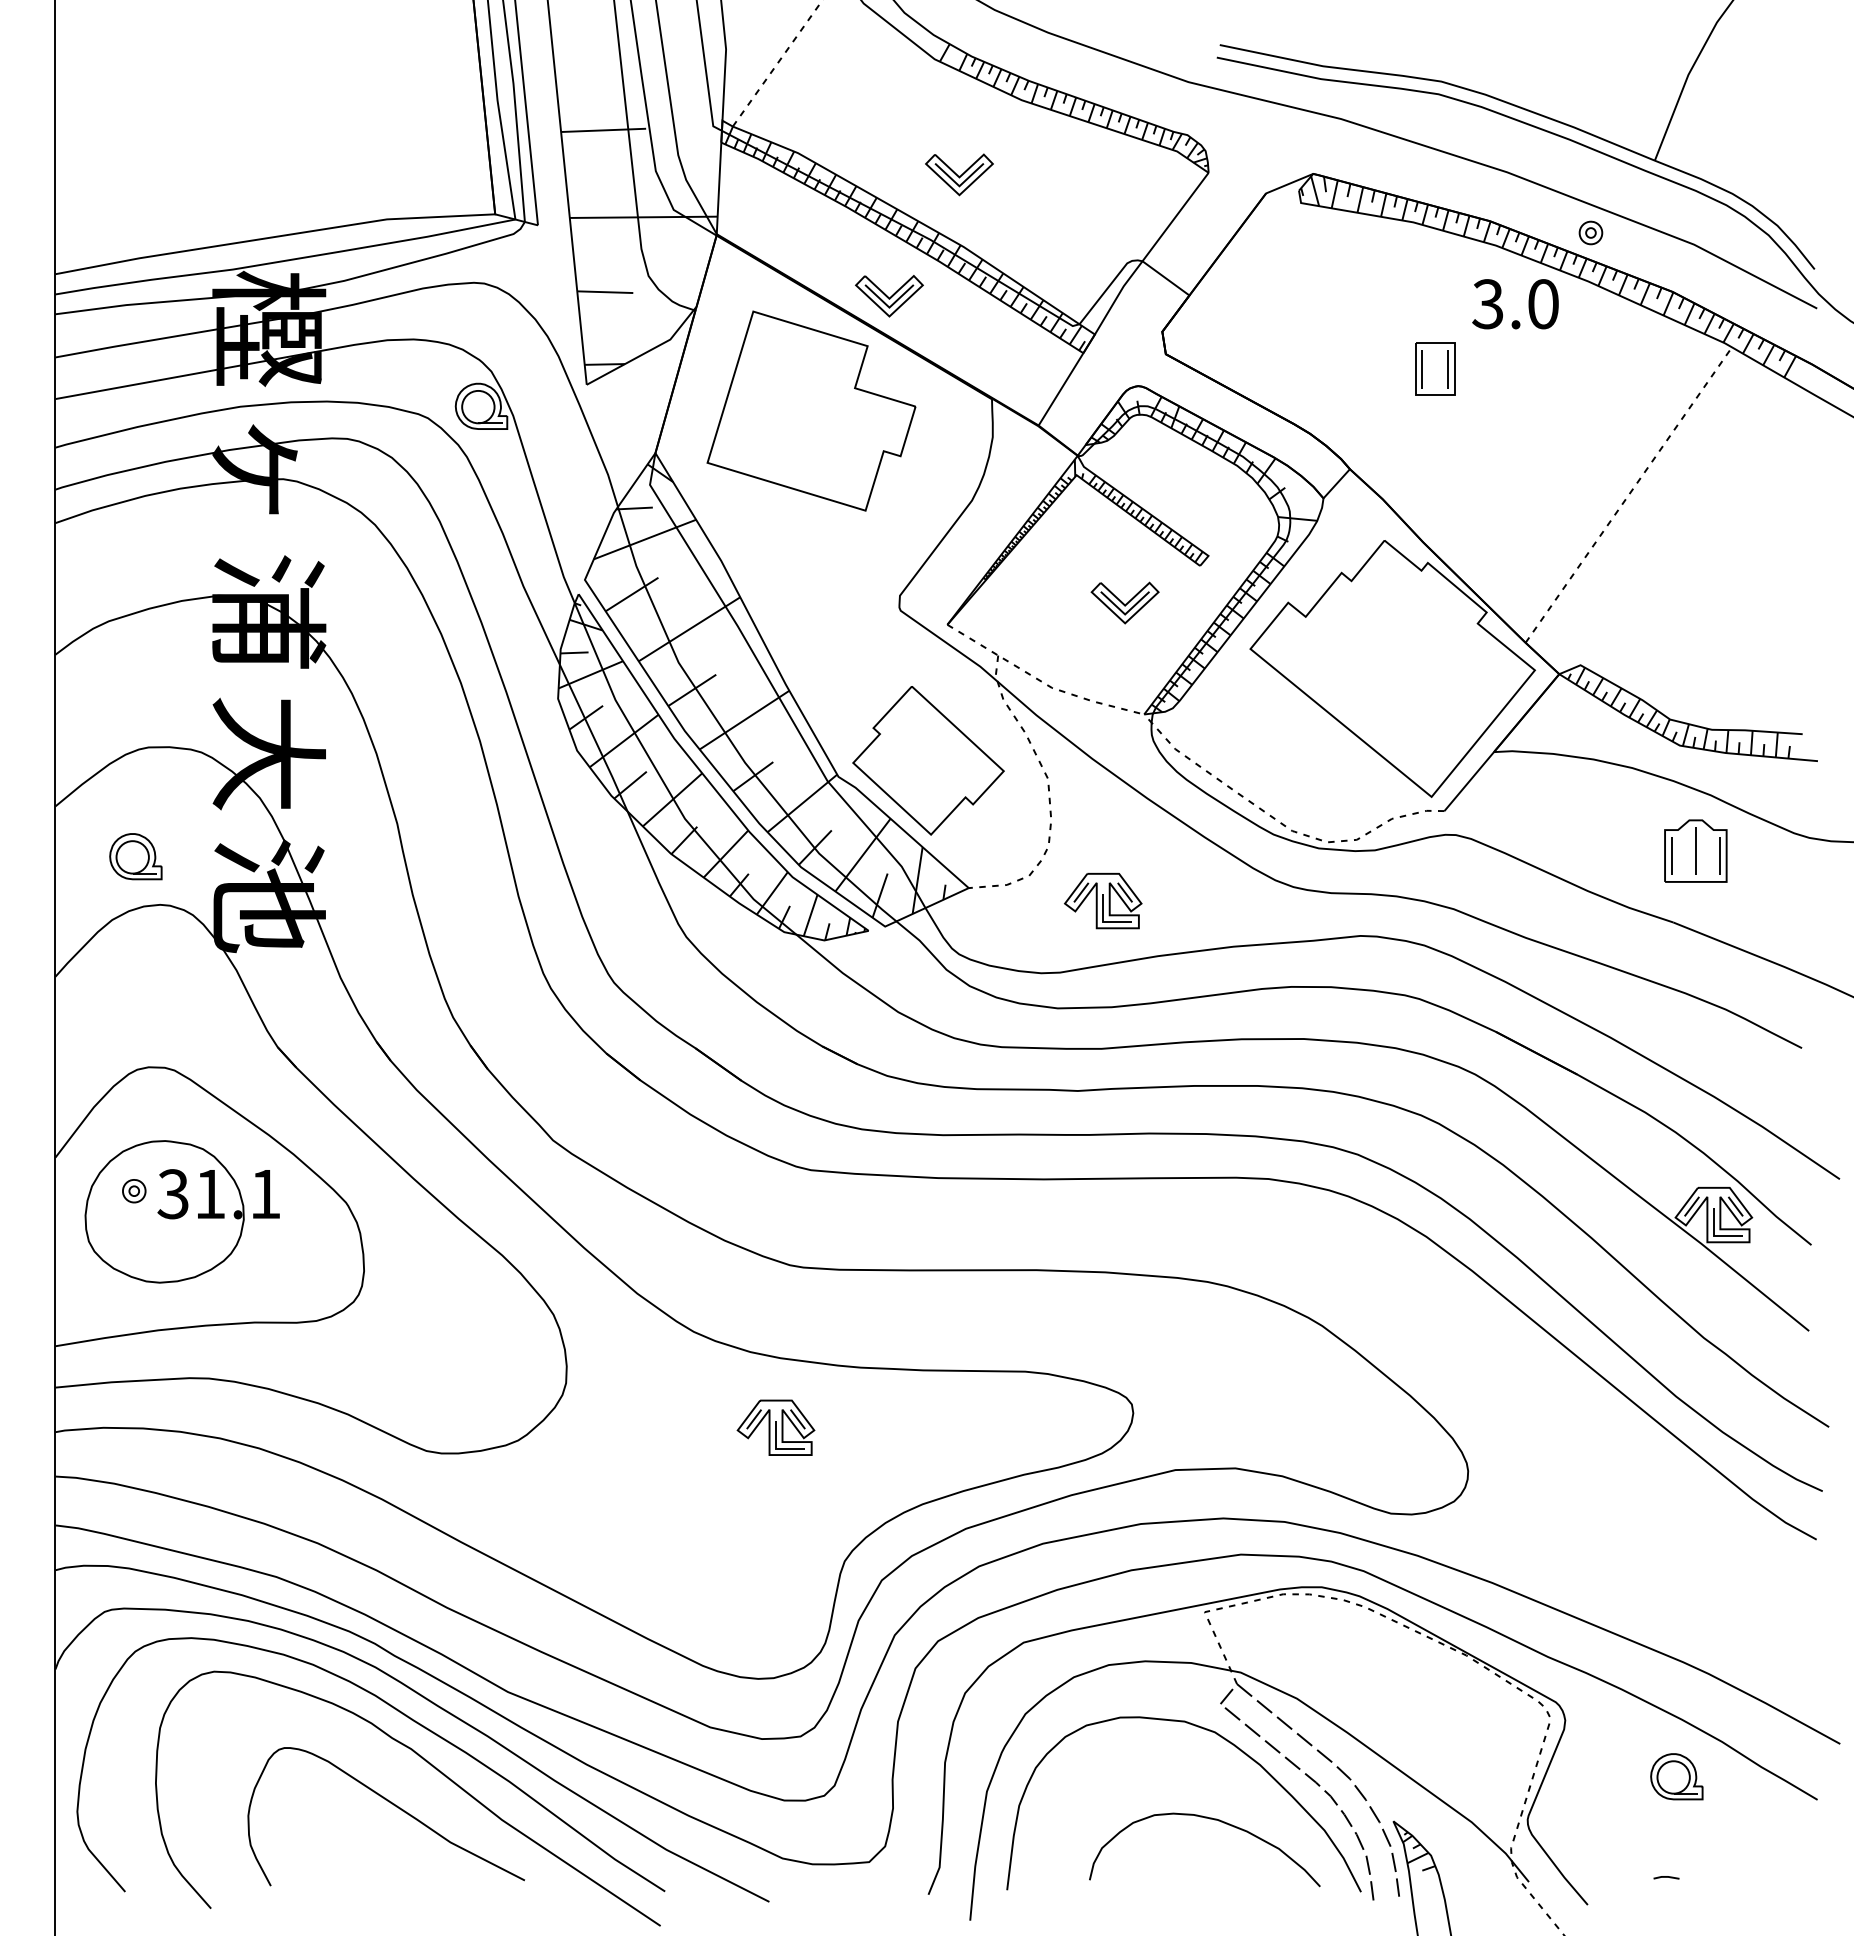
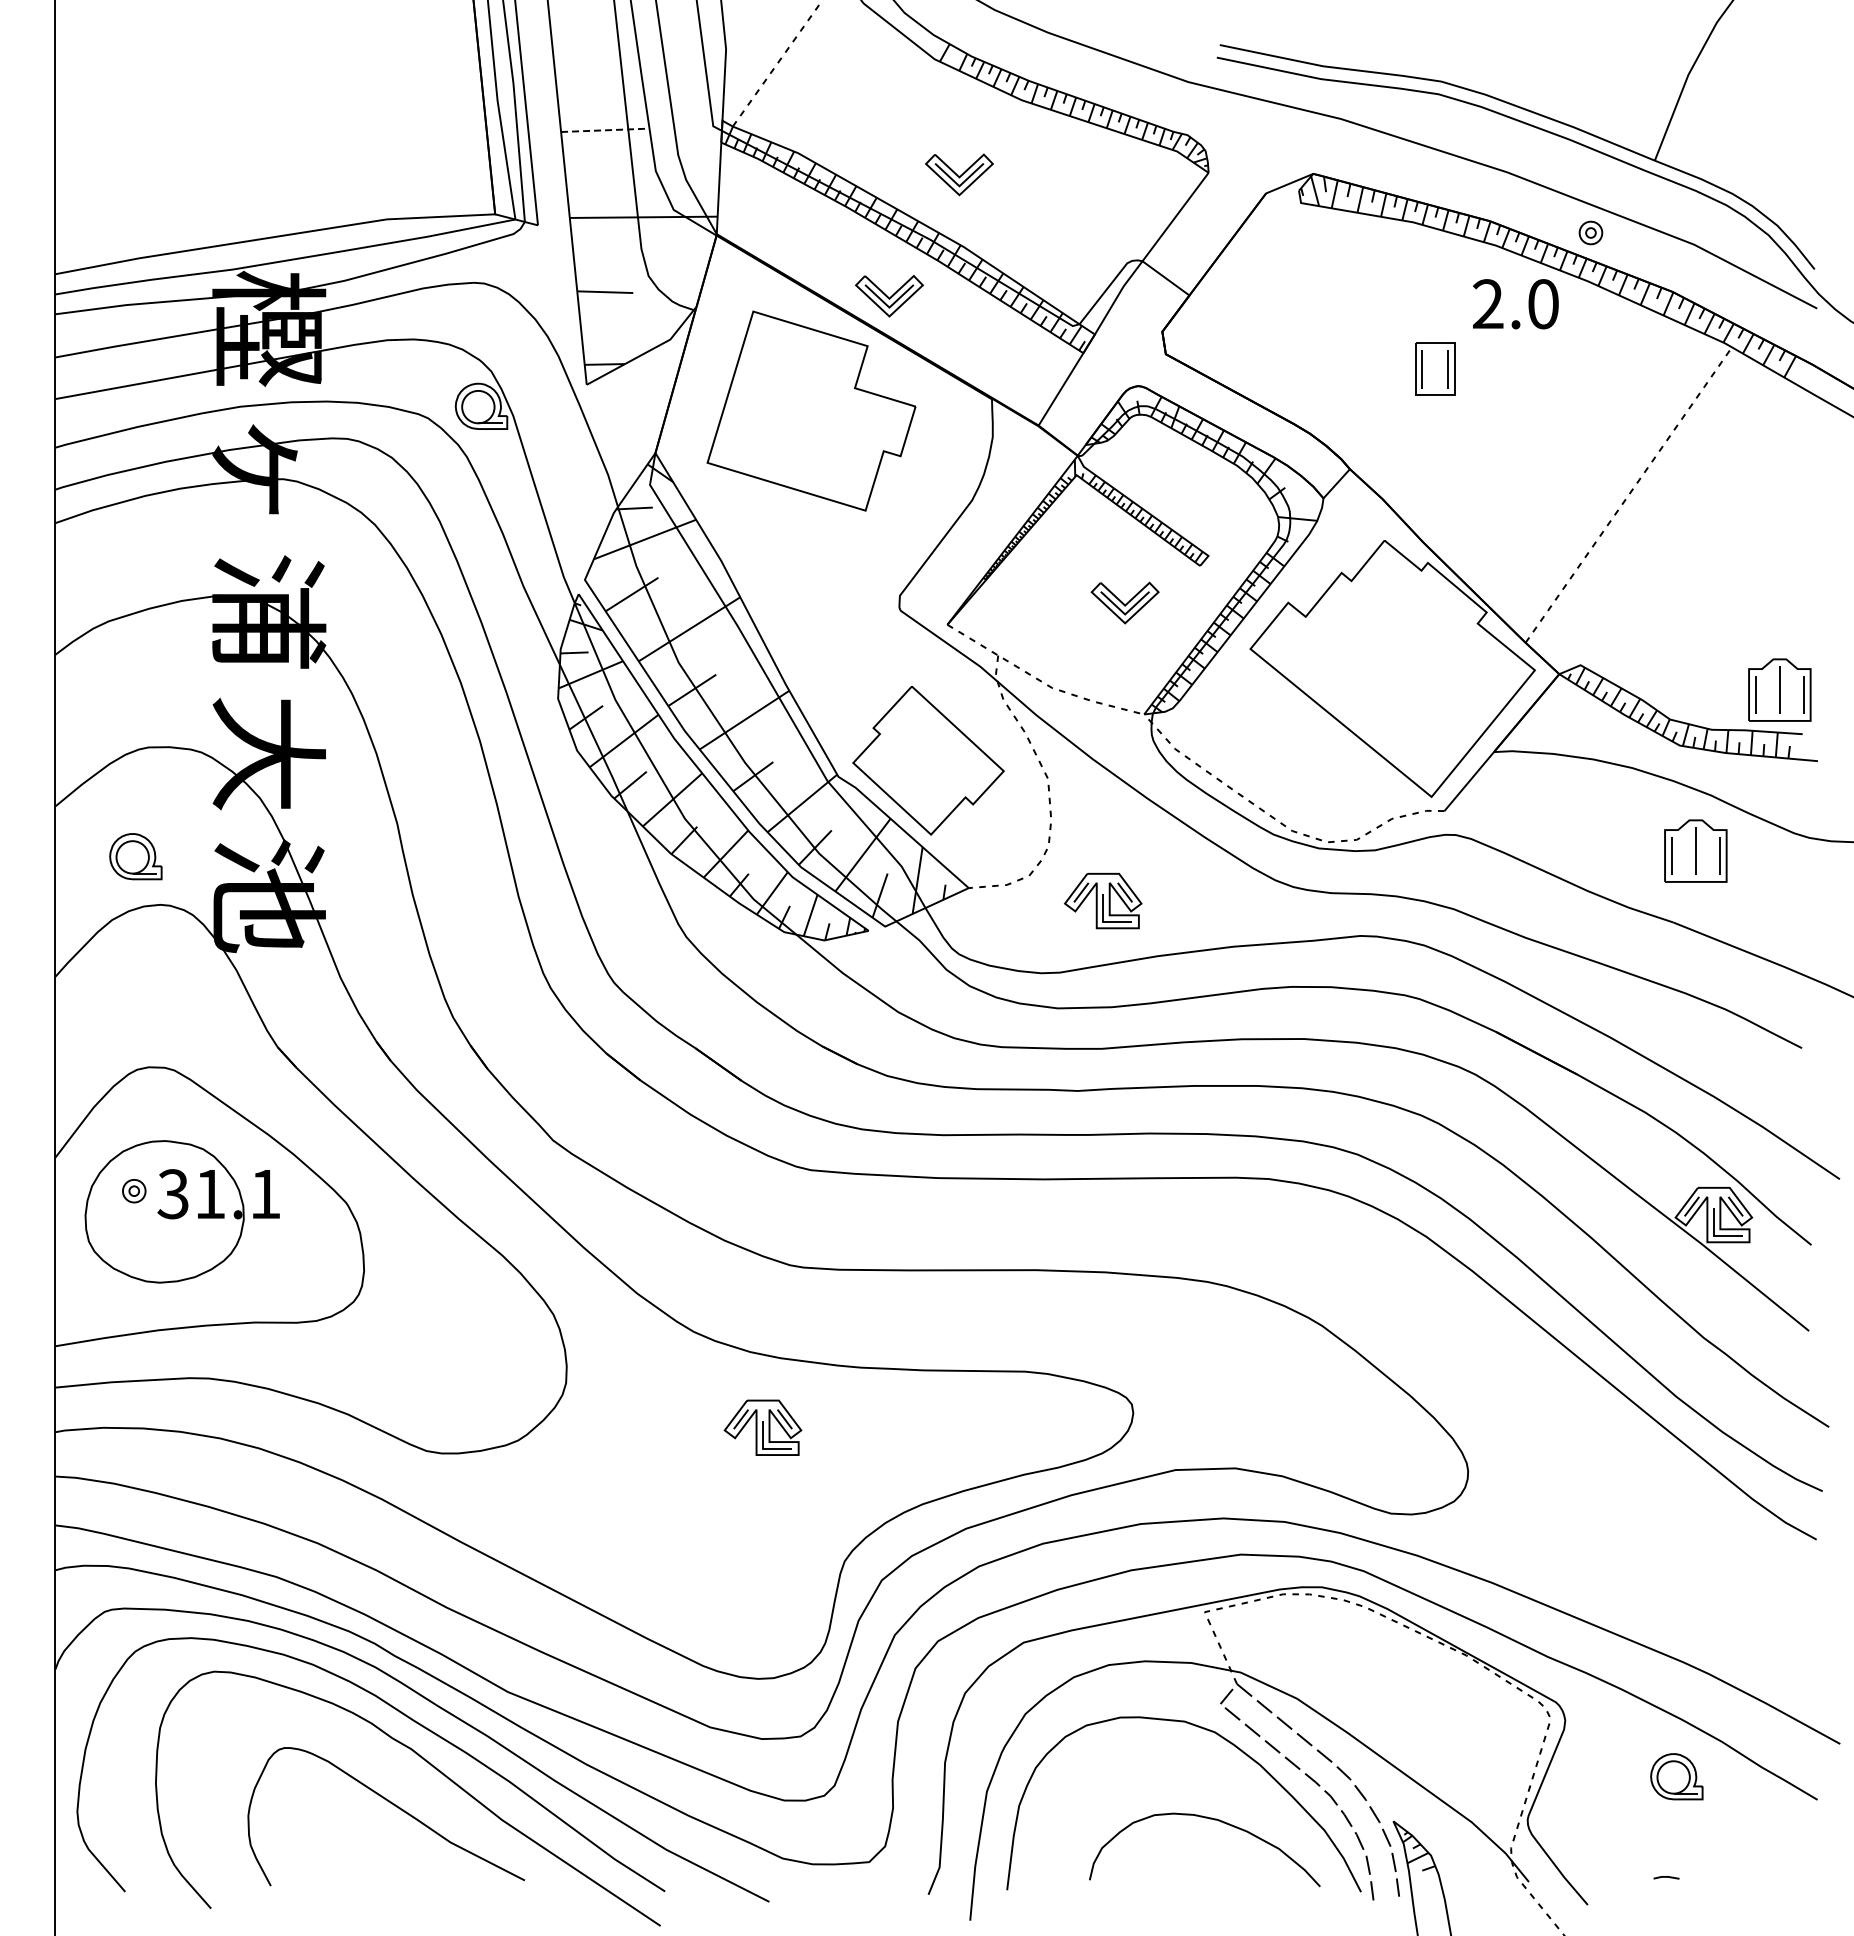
line at (603, 130): solid -> dashed
text at (1487, 304): 3.0 -> 2.0
part at (1779, 689): none -> present
part at (775, 1427) position: (775, 1427) -> (762, 1427)
